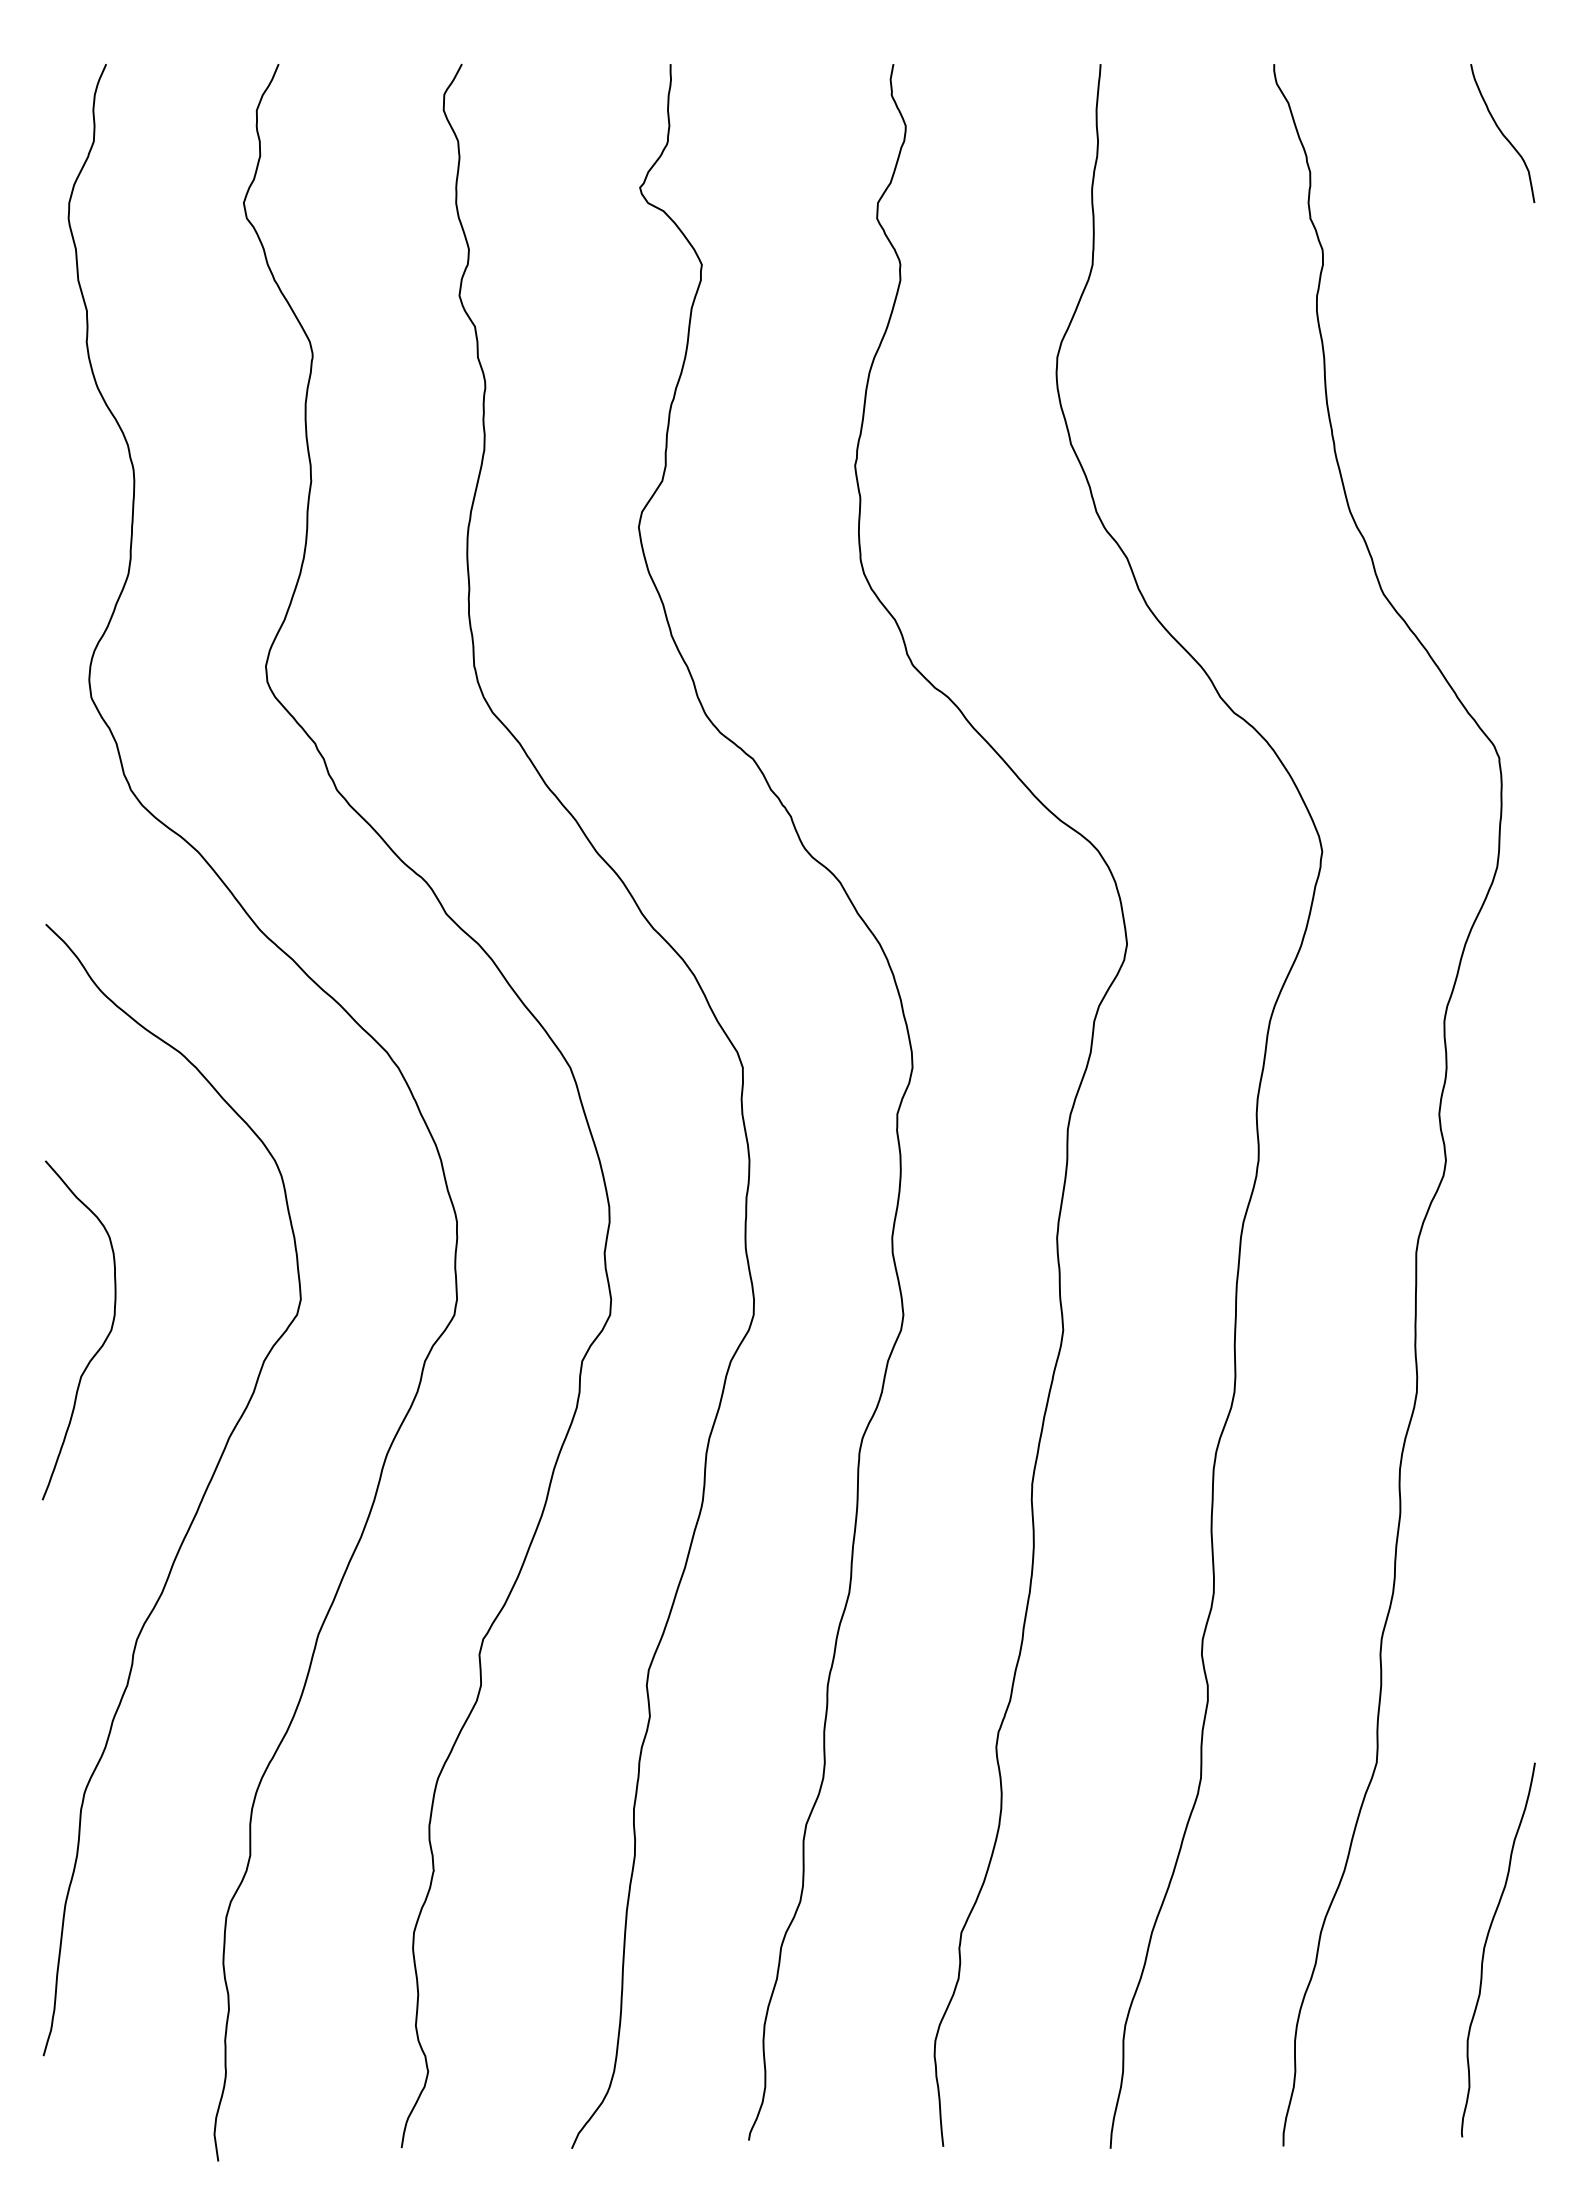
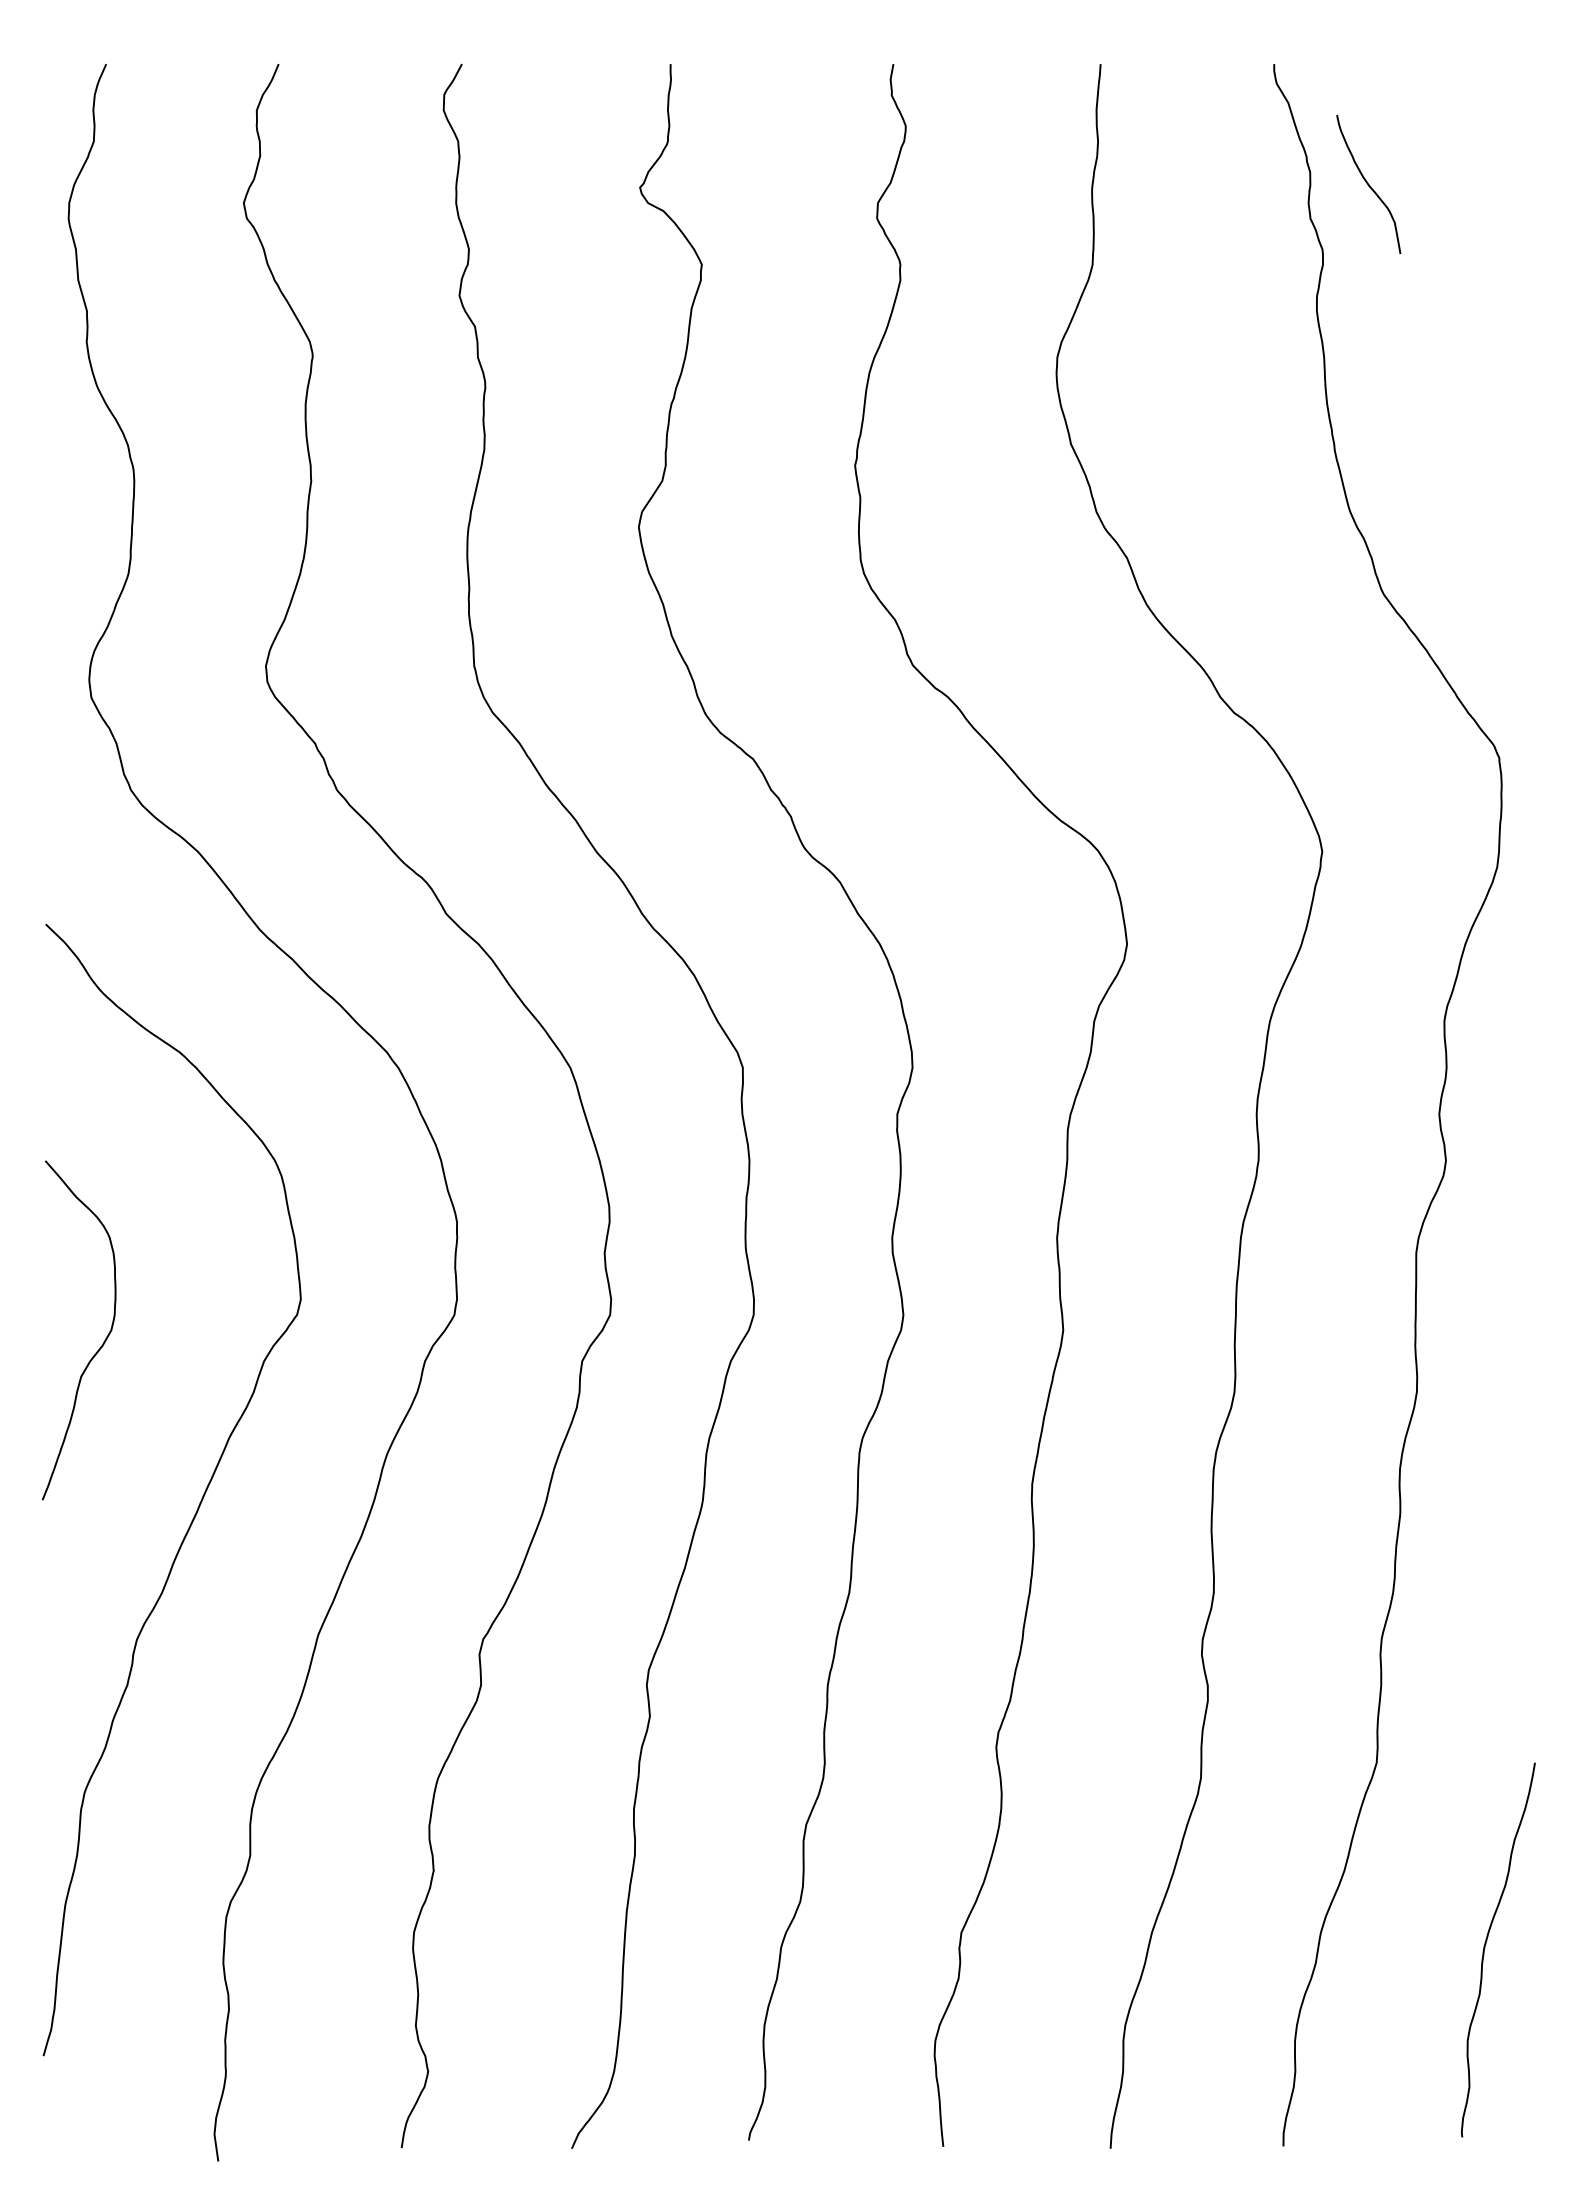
curve at (1502, 133) position: (1502, 133) -> (1368, 184)
